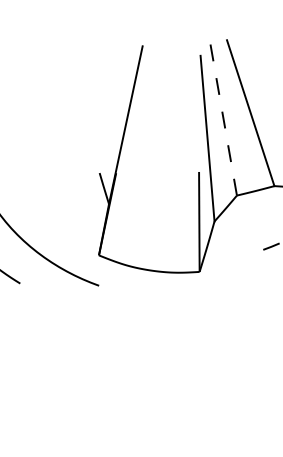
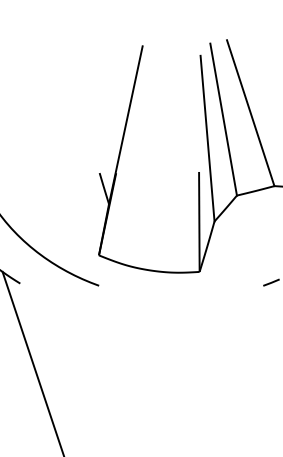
line at (223, 119): dashed -> solid
line at (271, 246) position: (271, 246) -> (271, 282)
line at (32, 362): none -> present
